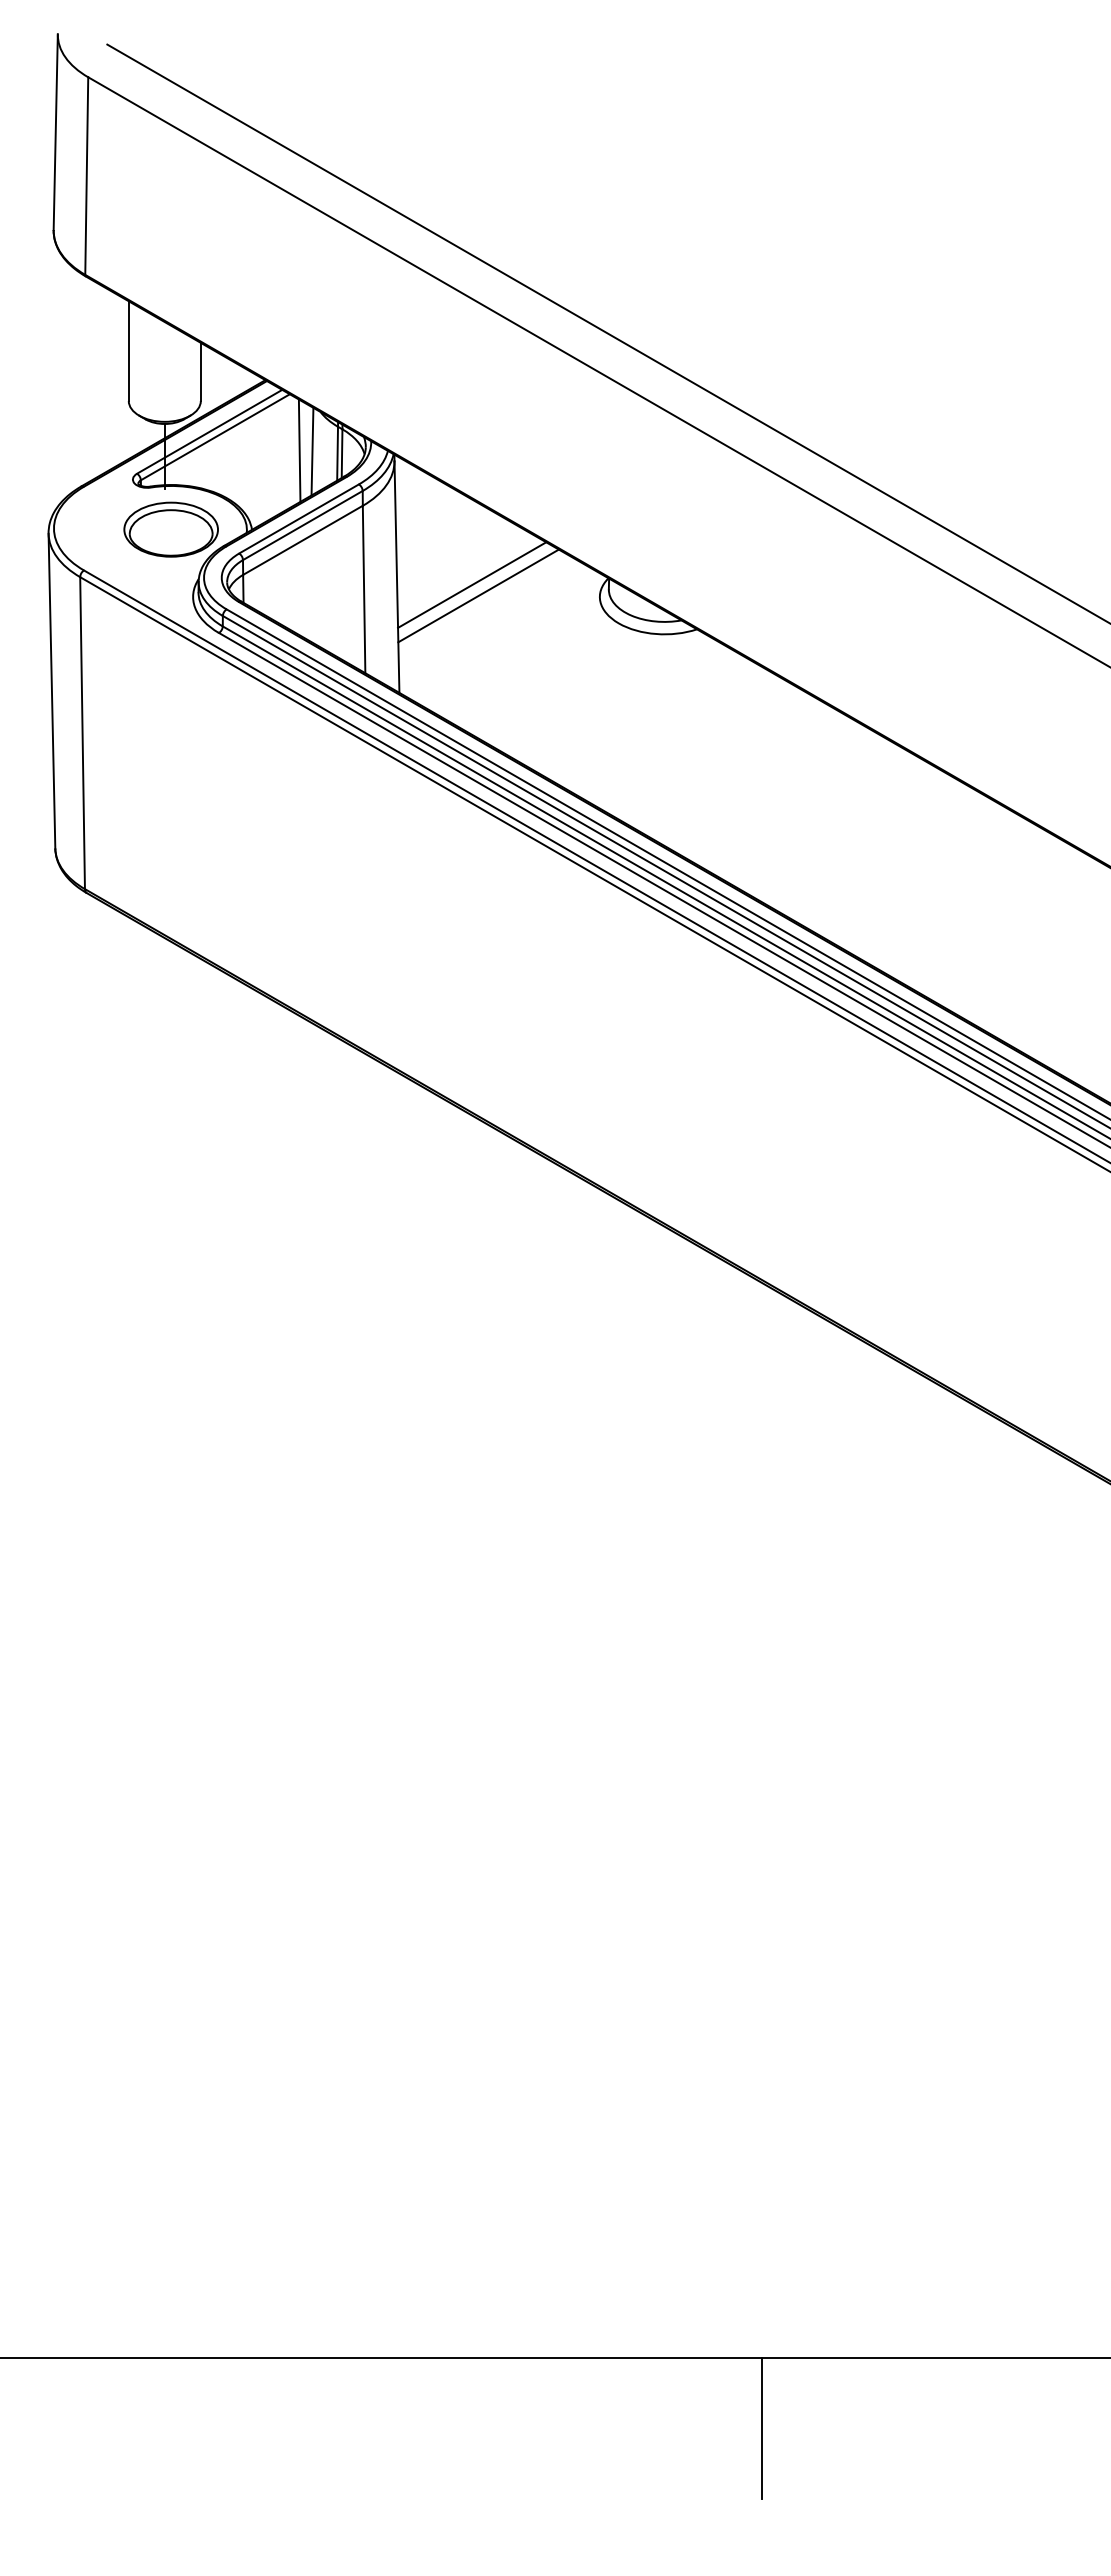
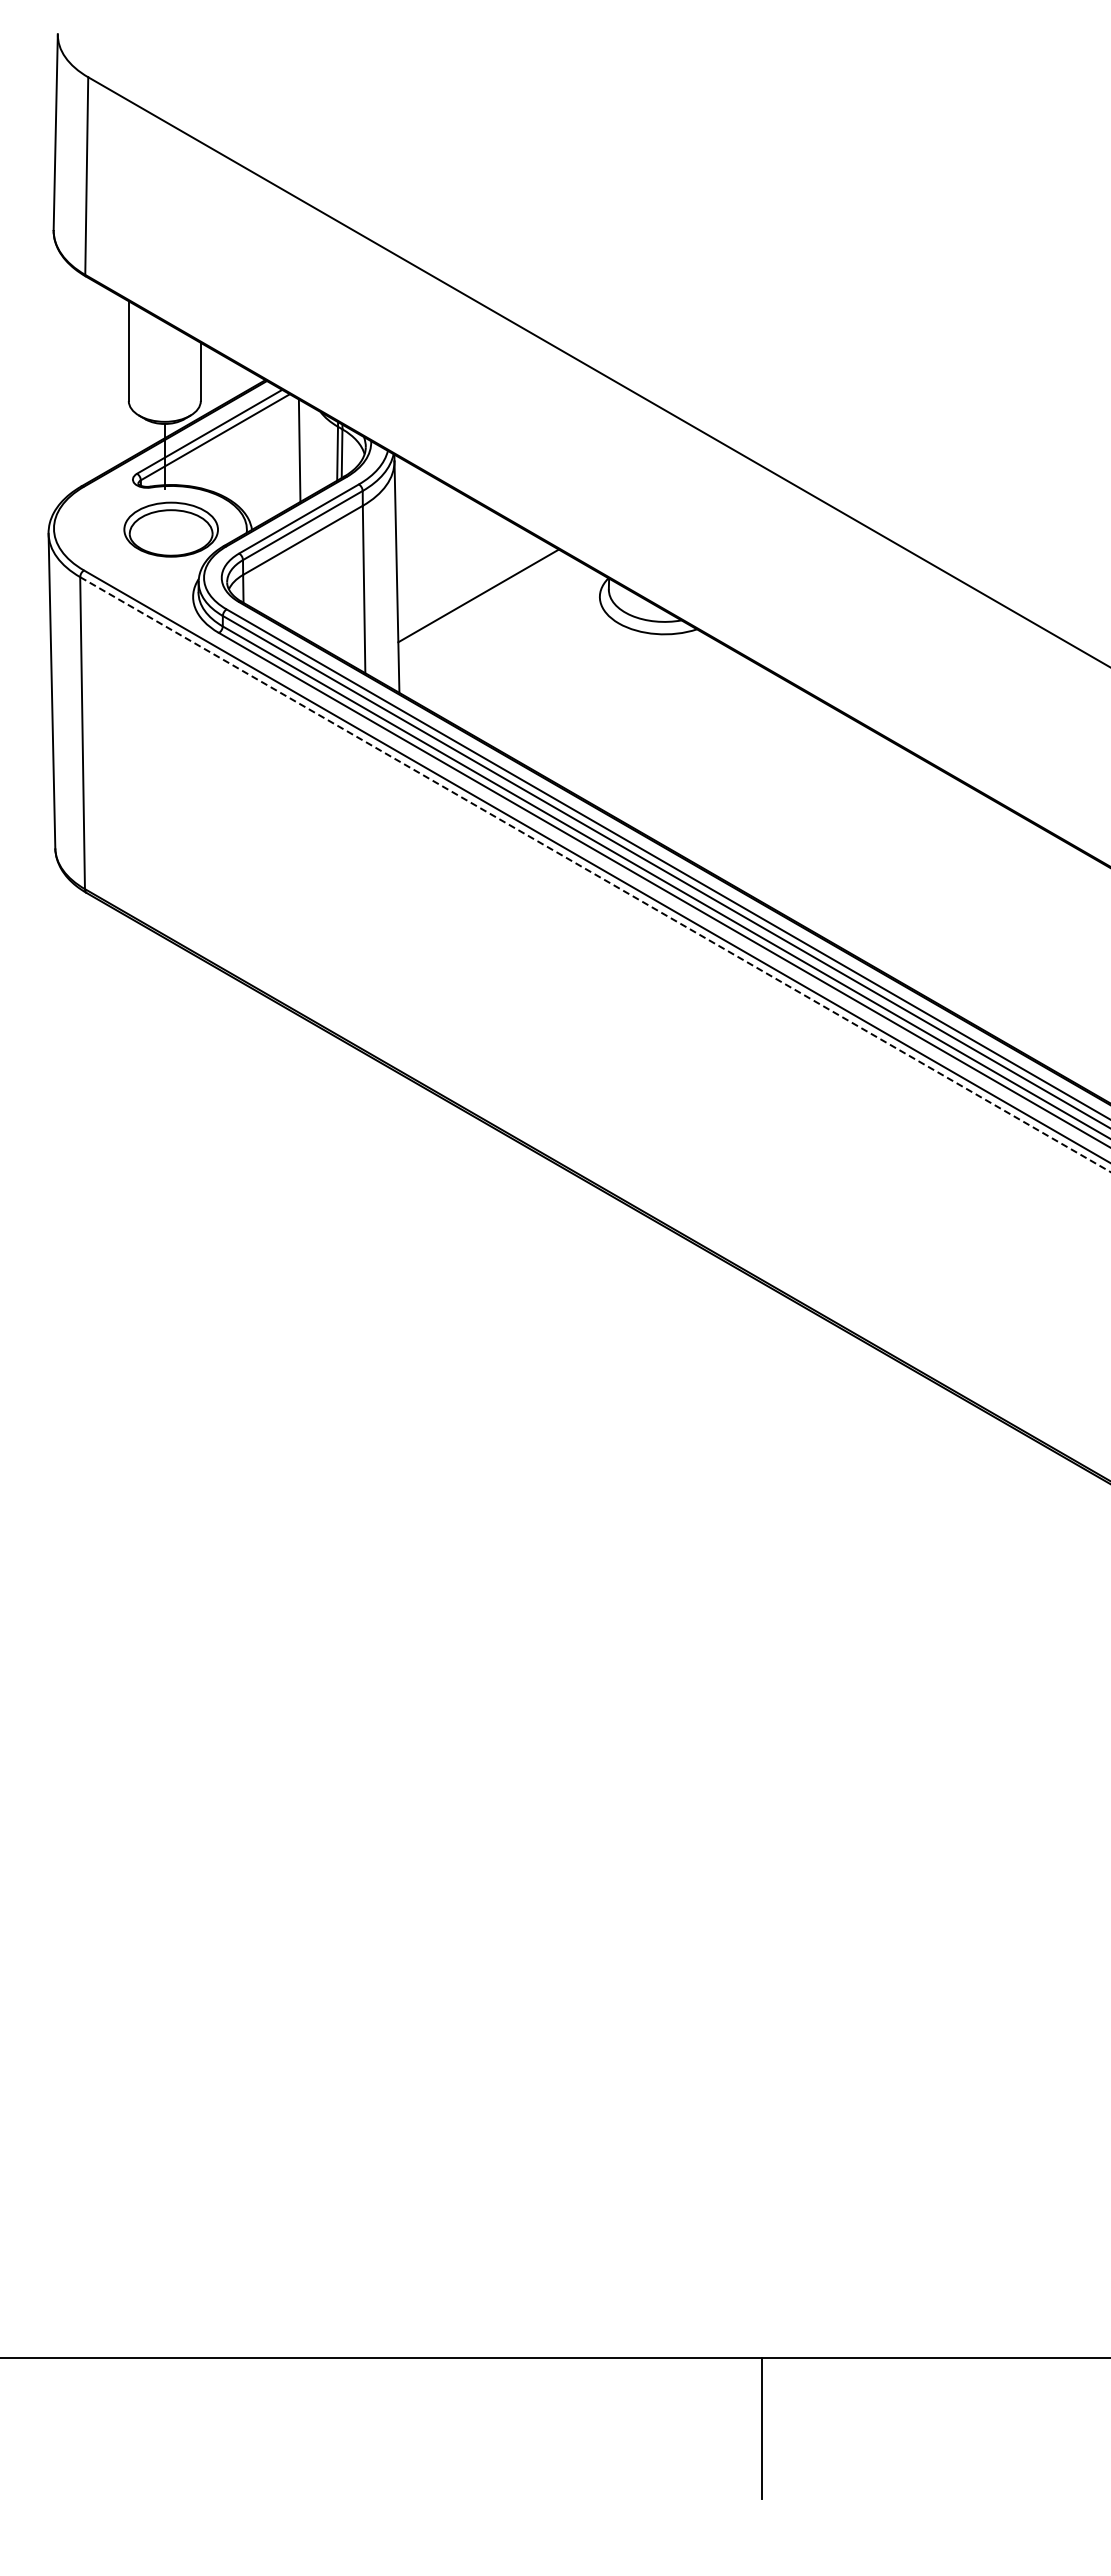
line at (607, 332): present -> none
line at (312, 451): present -> none
line at (472, 584): present -> none
line at (595, 874): solid -> dashed
